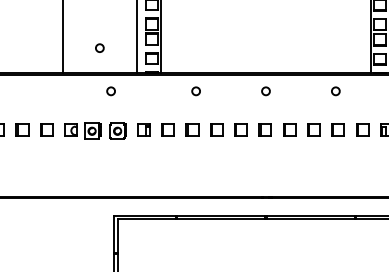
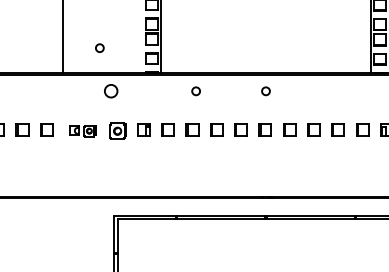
line at (136, 37): present -> none
circle at (110, 91) size: 10x11 px -> 15x15 px
circle at (335, 91): present -> none
part at (82, 130) size: 38x18 px -> 28x13 px
